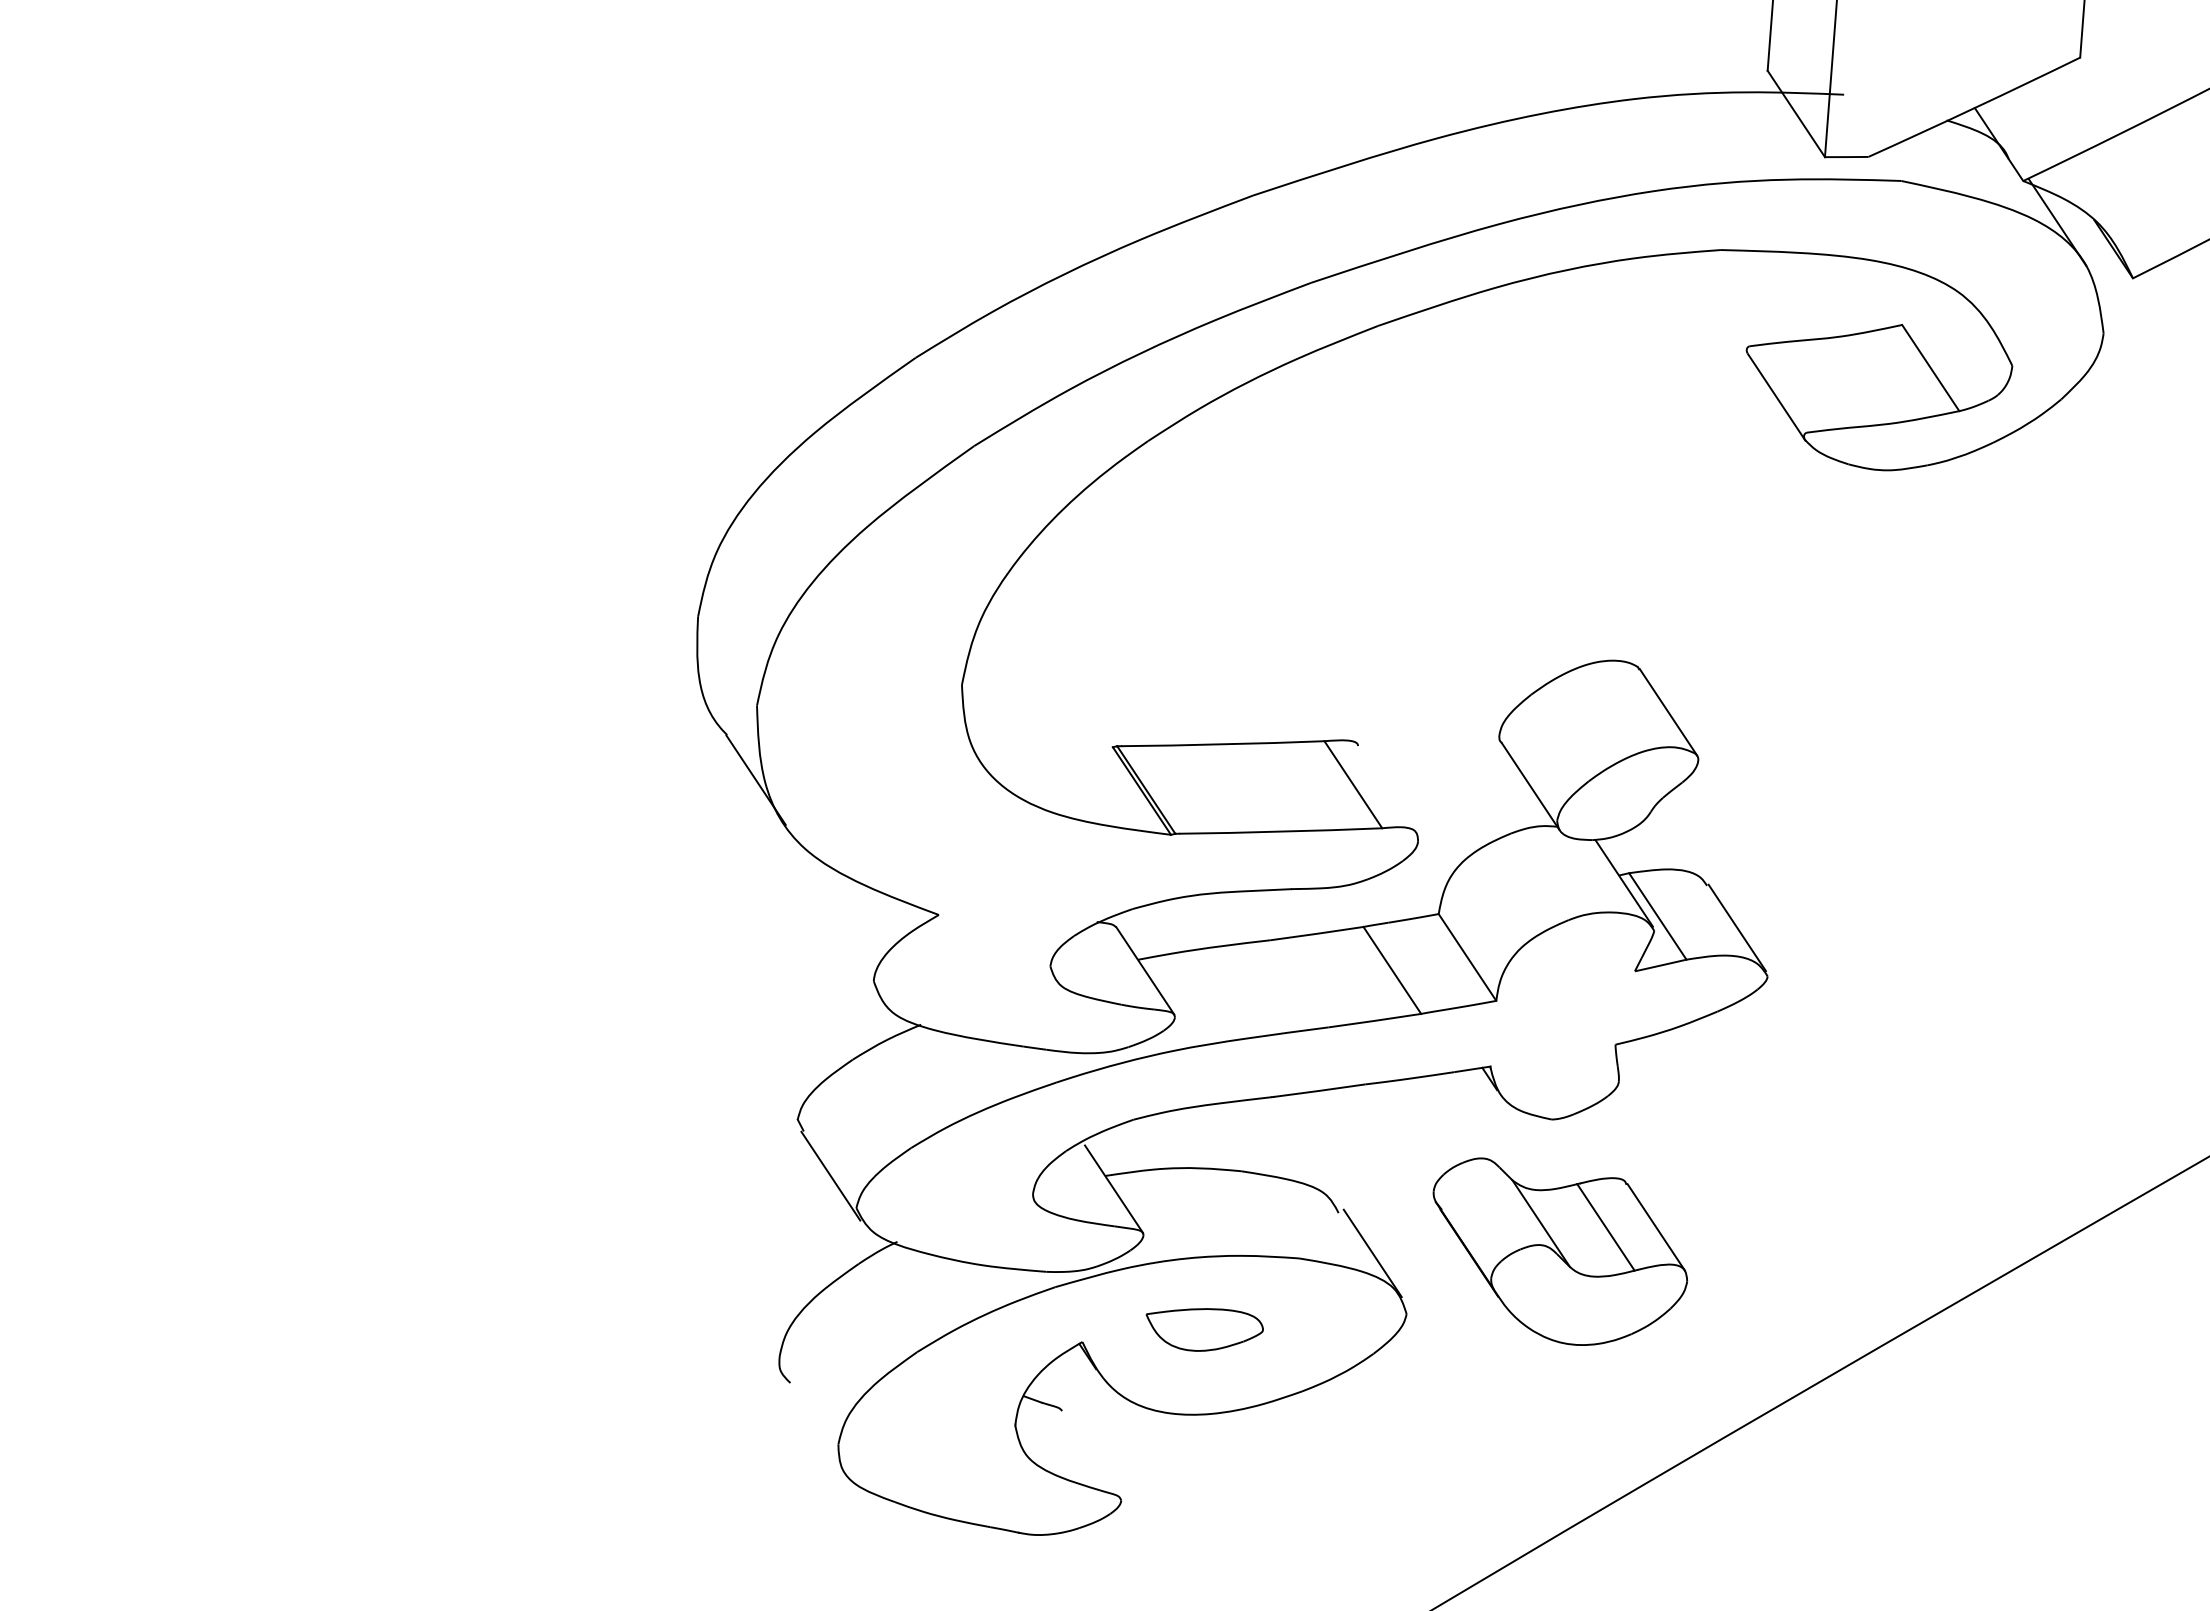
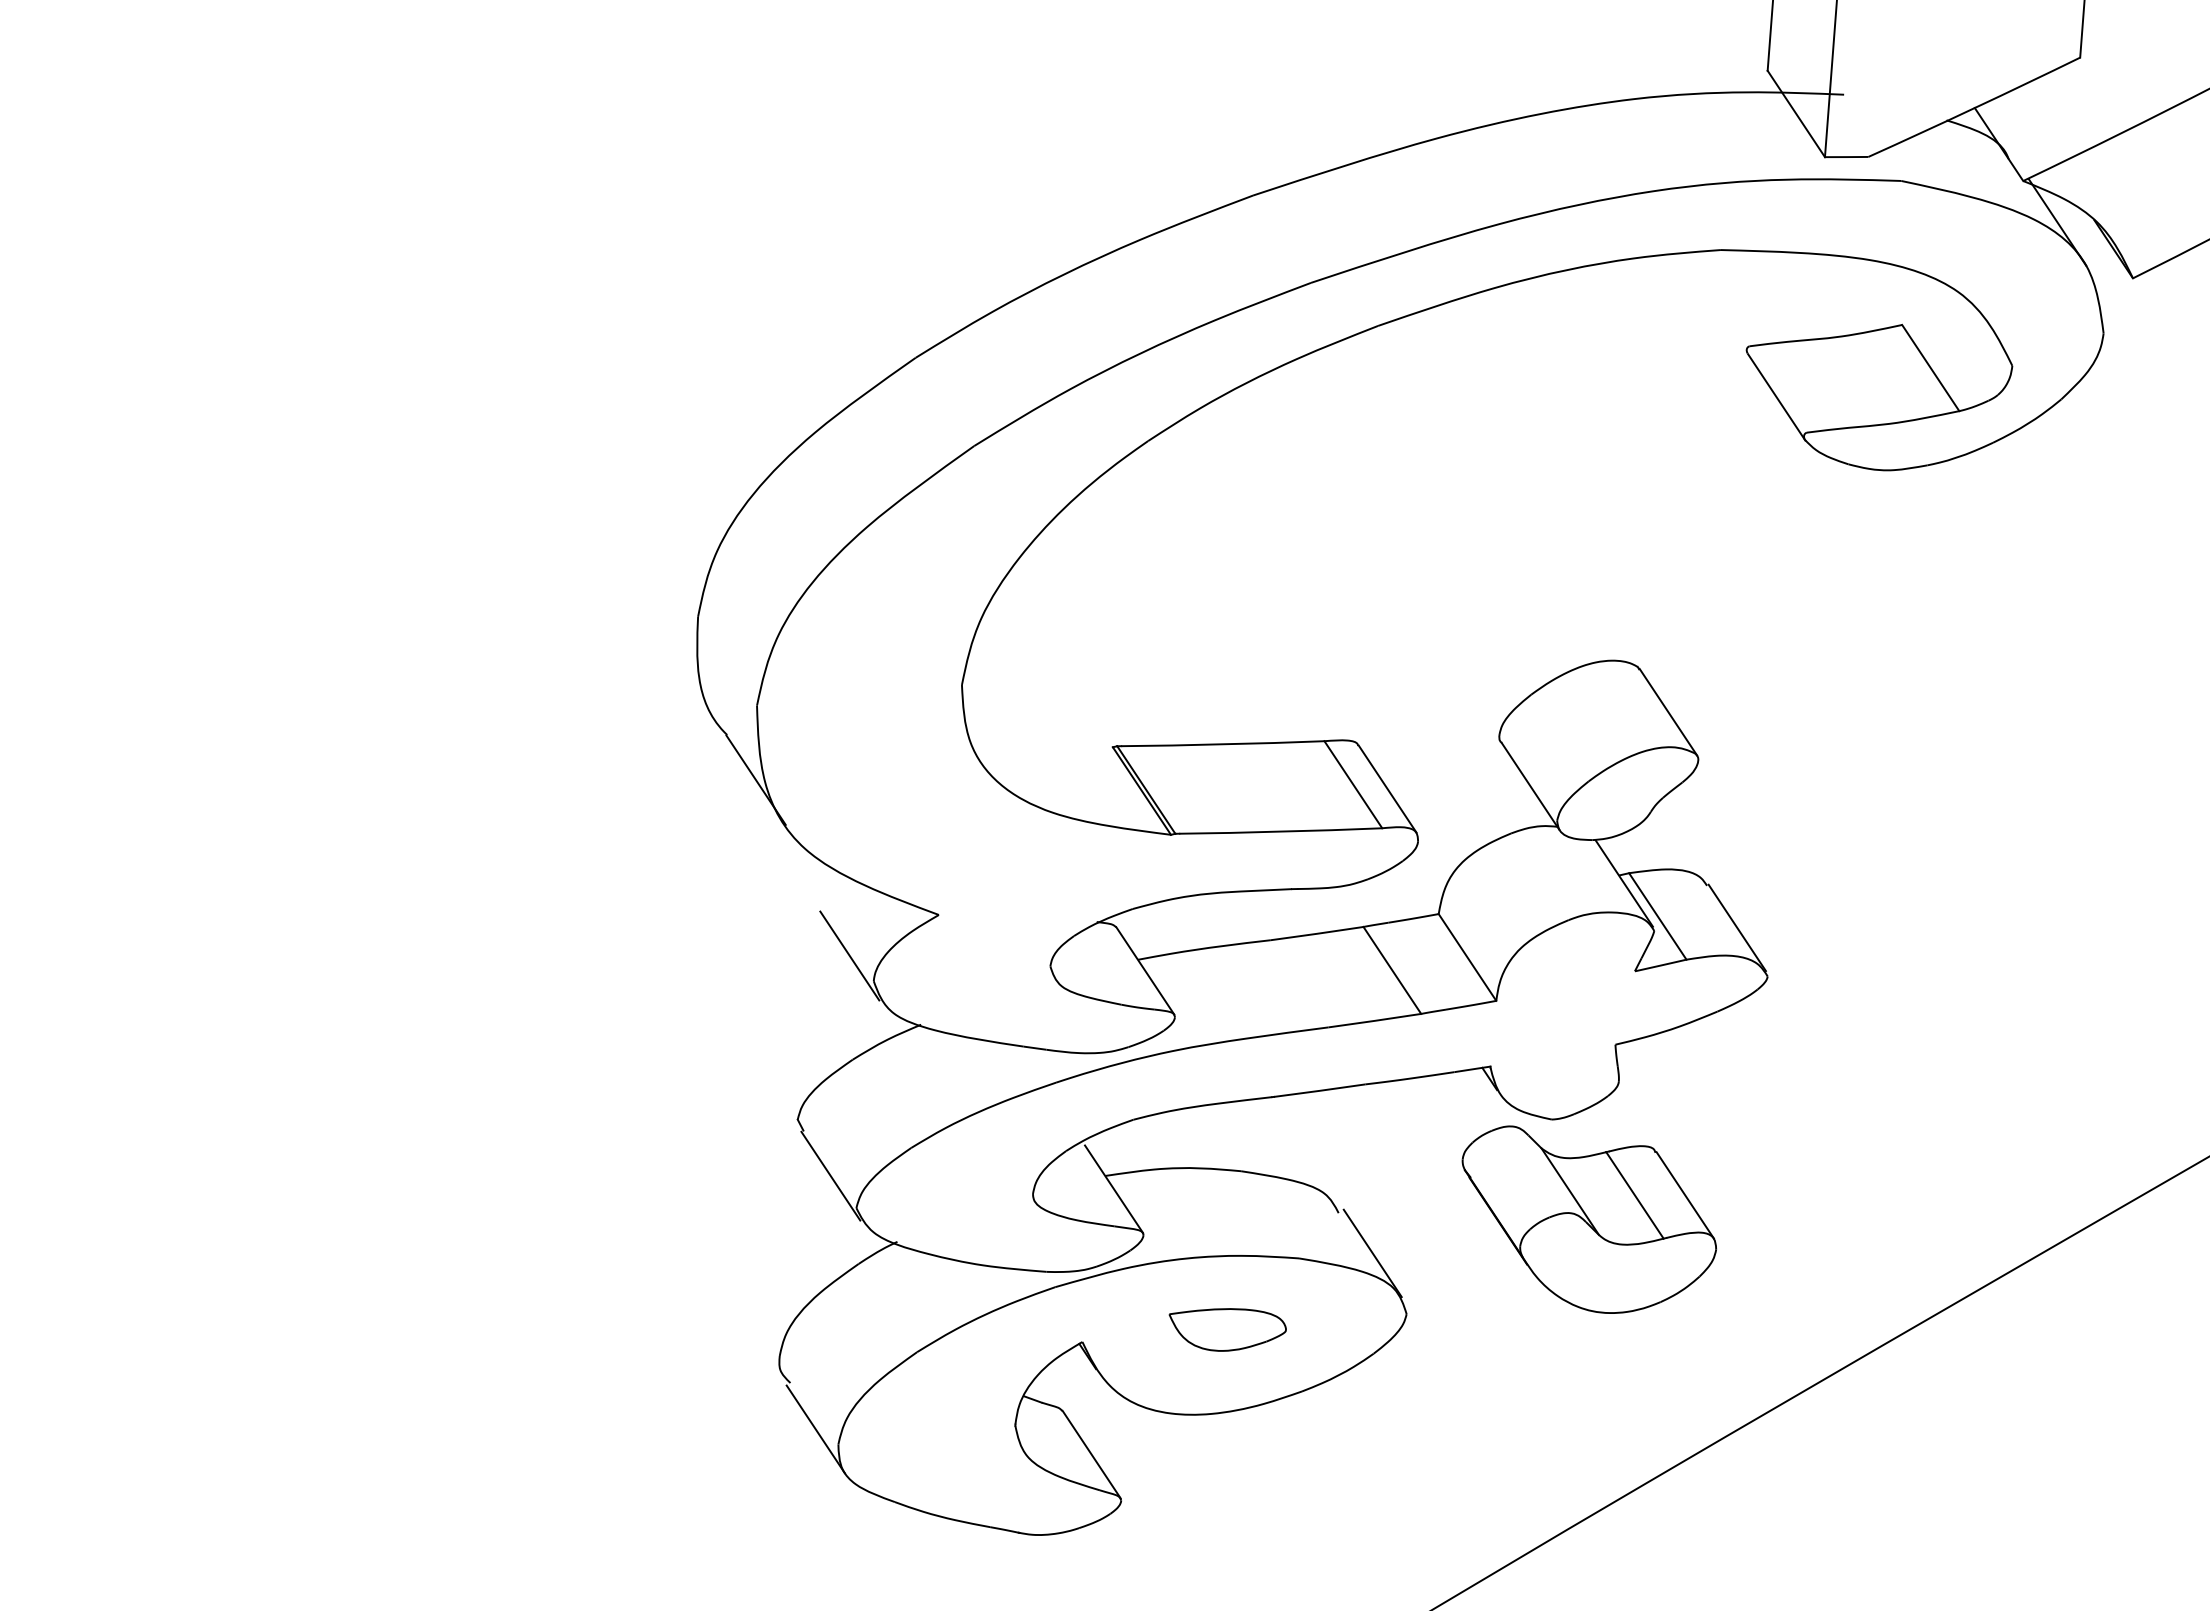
line at (1387, 788): none -> present
line at (849, 955): none -> present
part at (1559, 1251) position: (1559, 1251) -> (1588, 1219)
part at (1204, 1329) position: (1204, 1329) -> (1227, 1329)
line at (815, 1429): none -> present
line at (1091, 1454): none -> present
